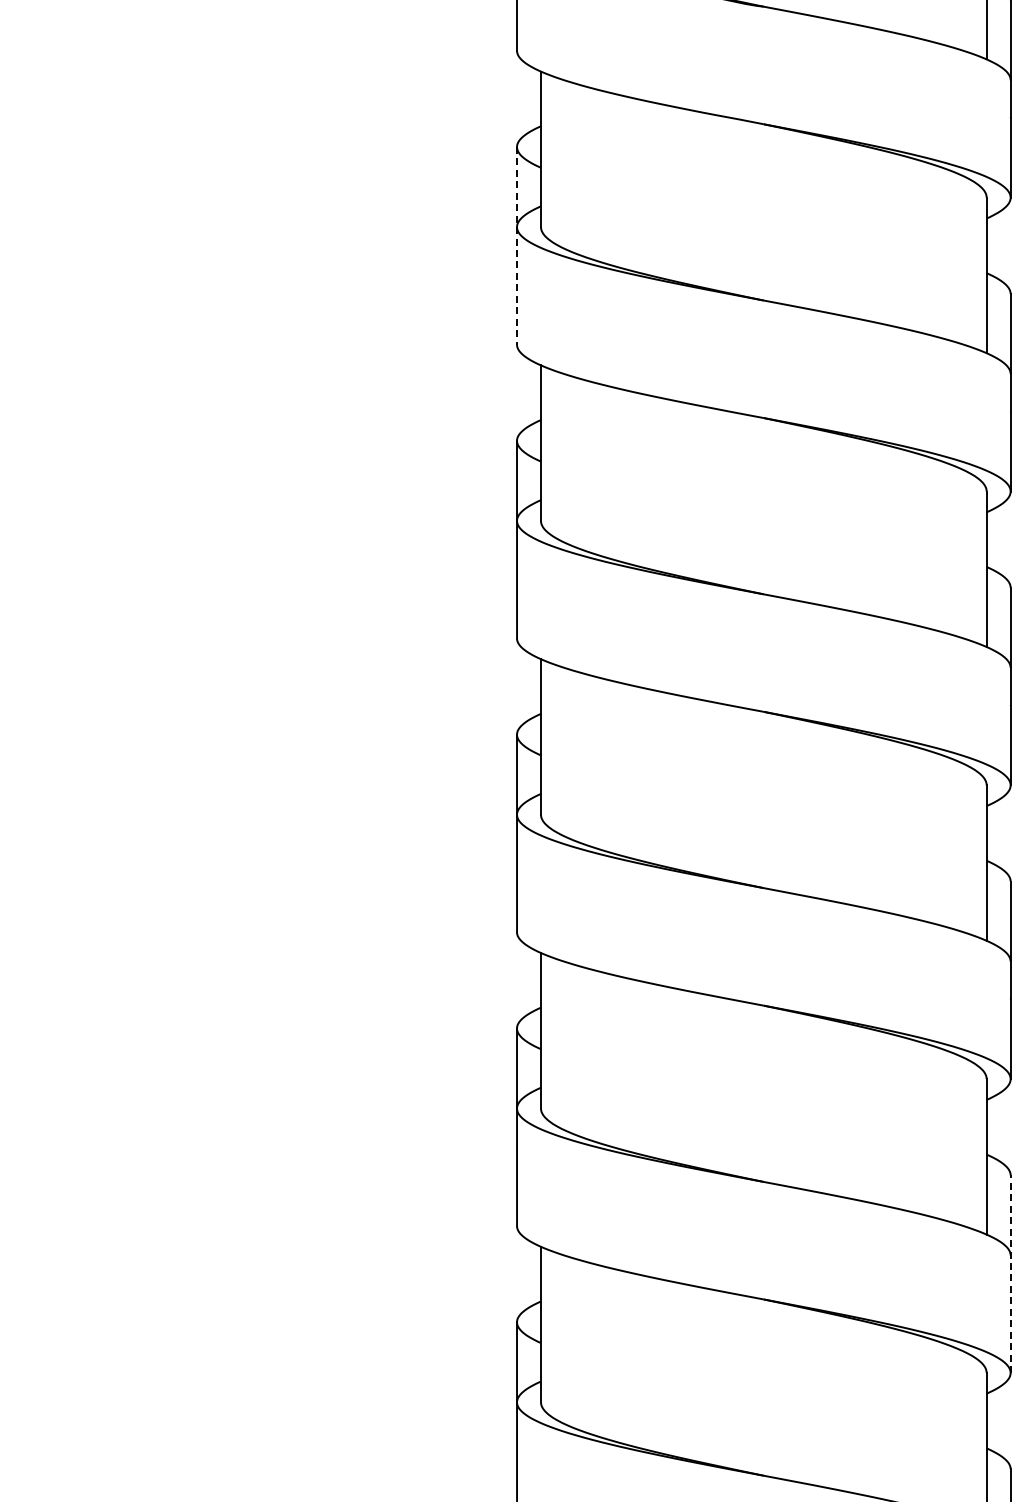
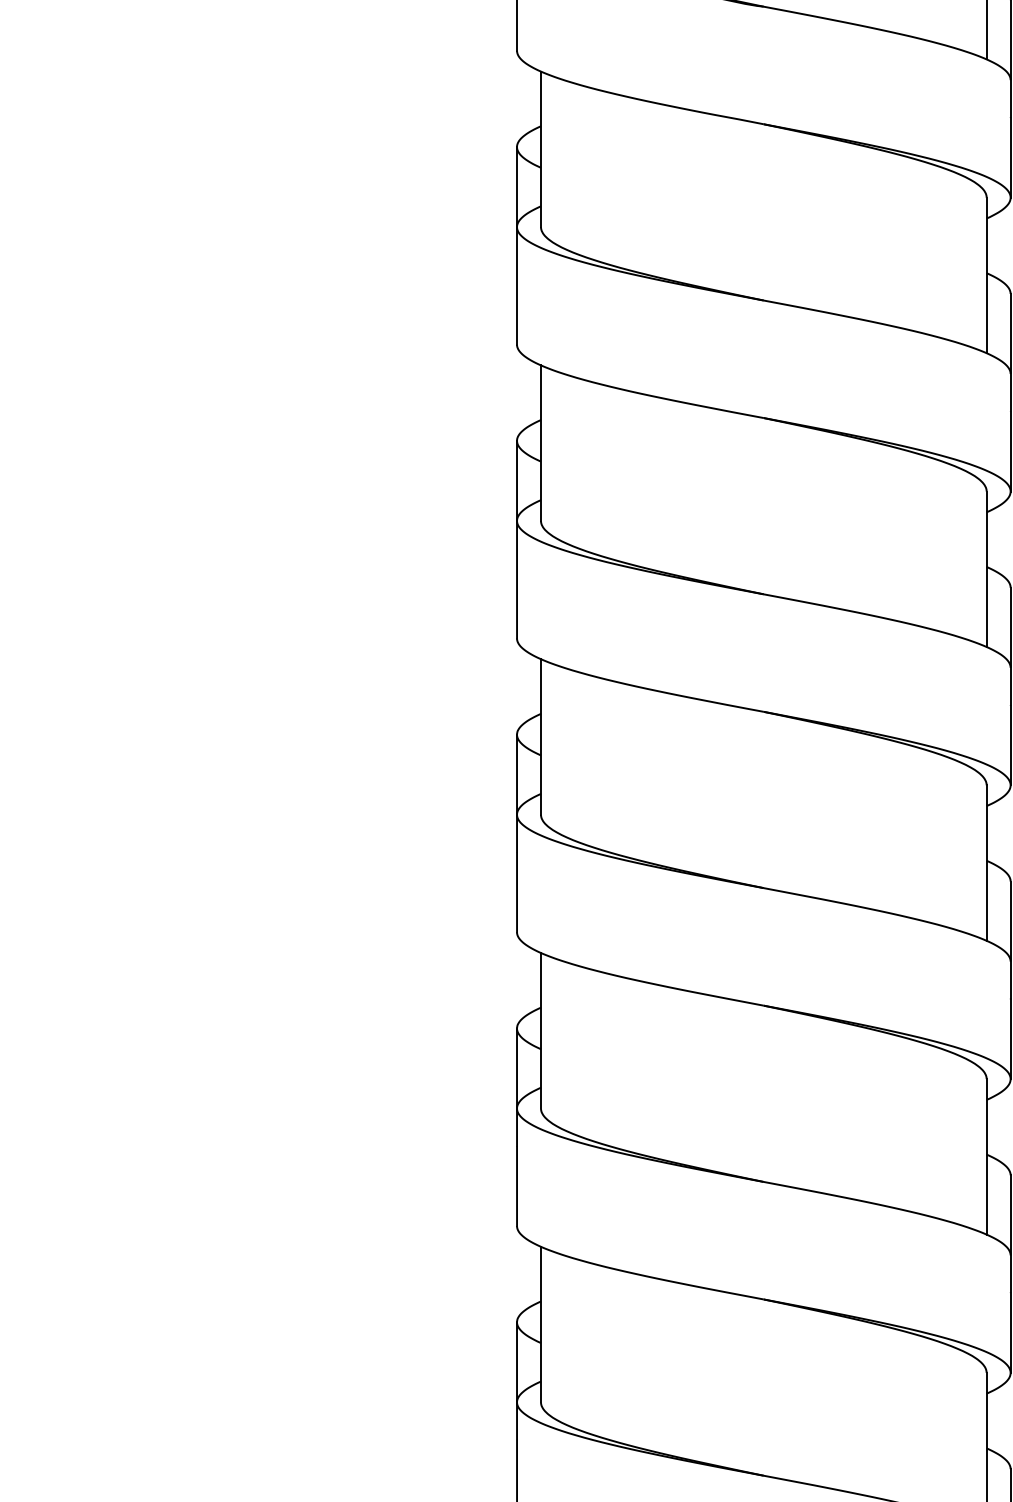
line at (517, 245): dashed -> solid
line at (1010, 1274): dashed -> solid
